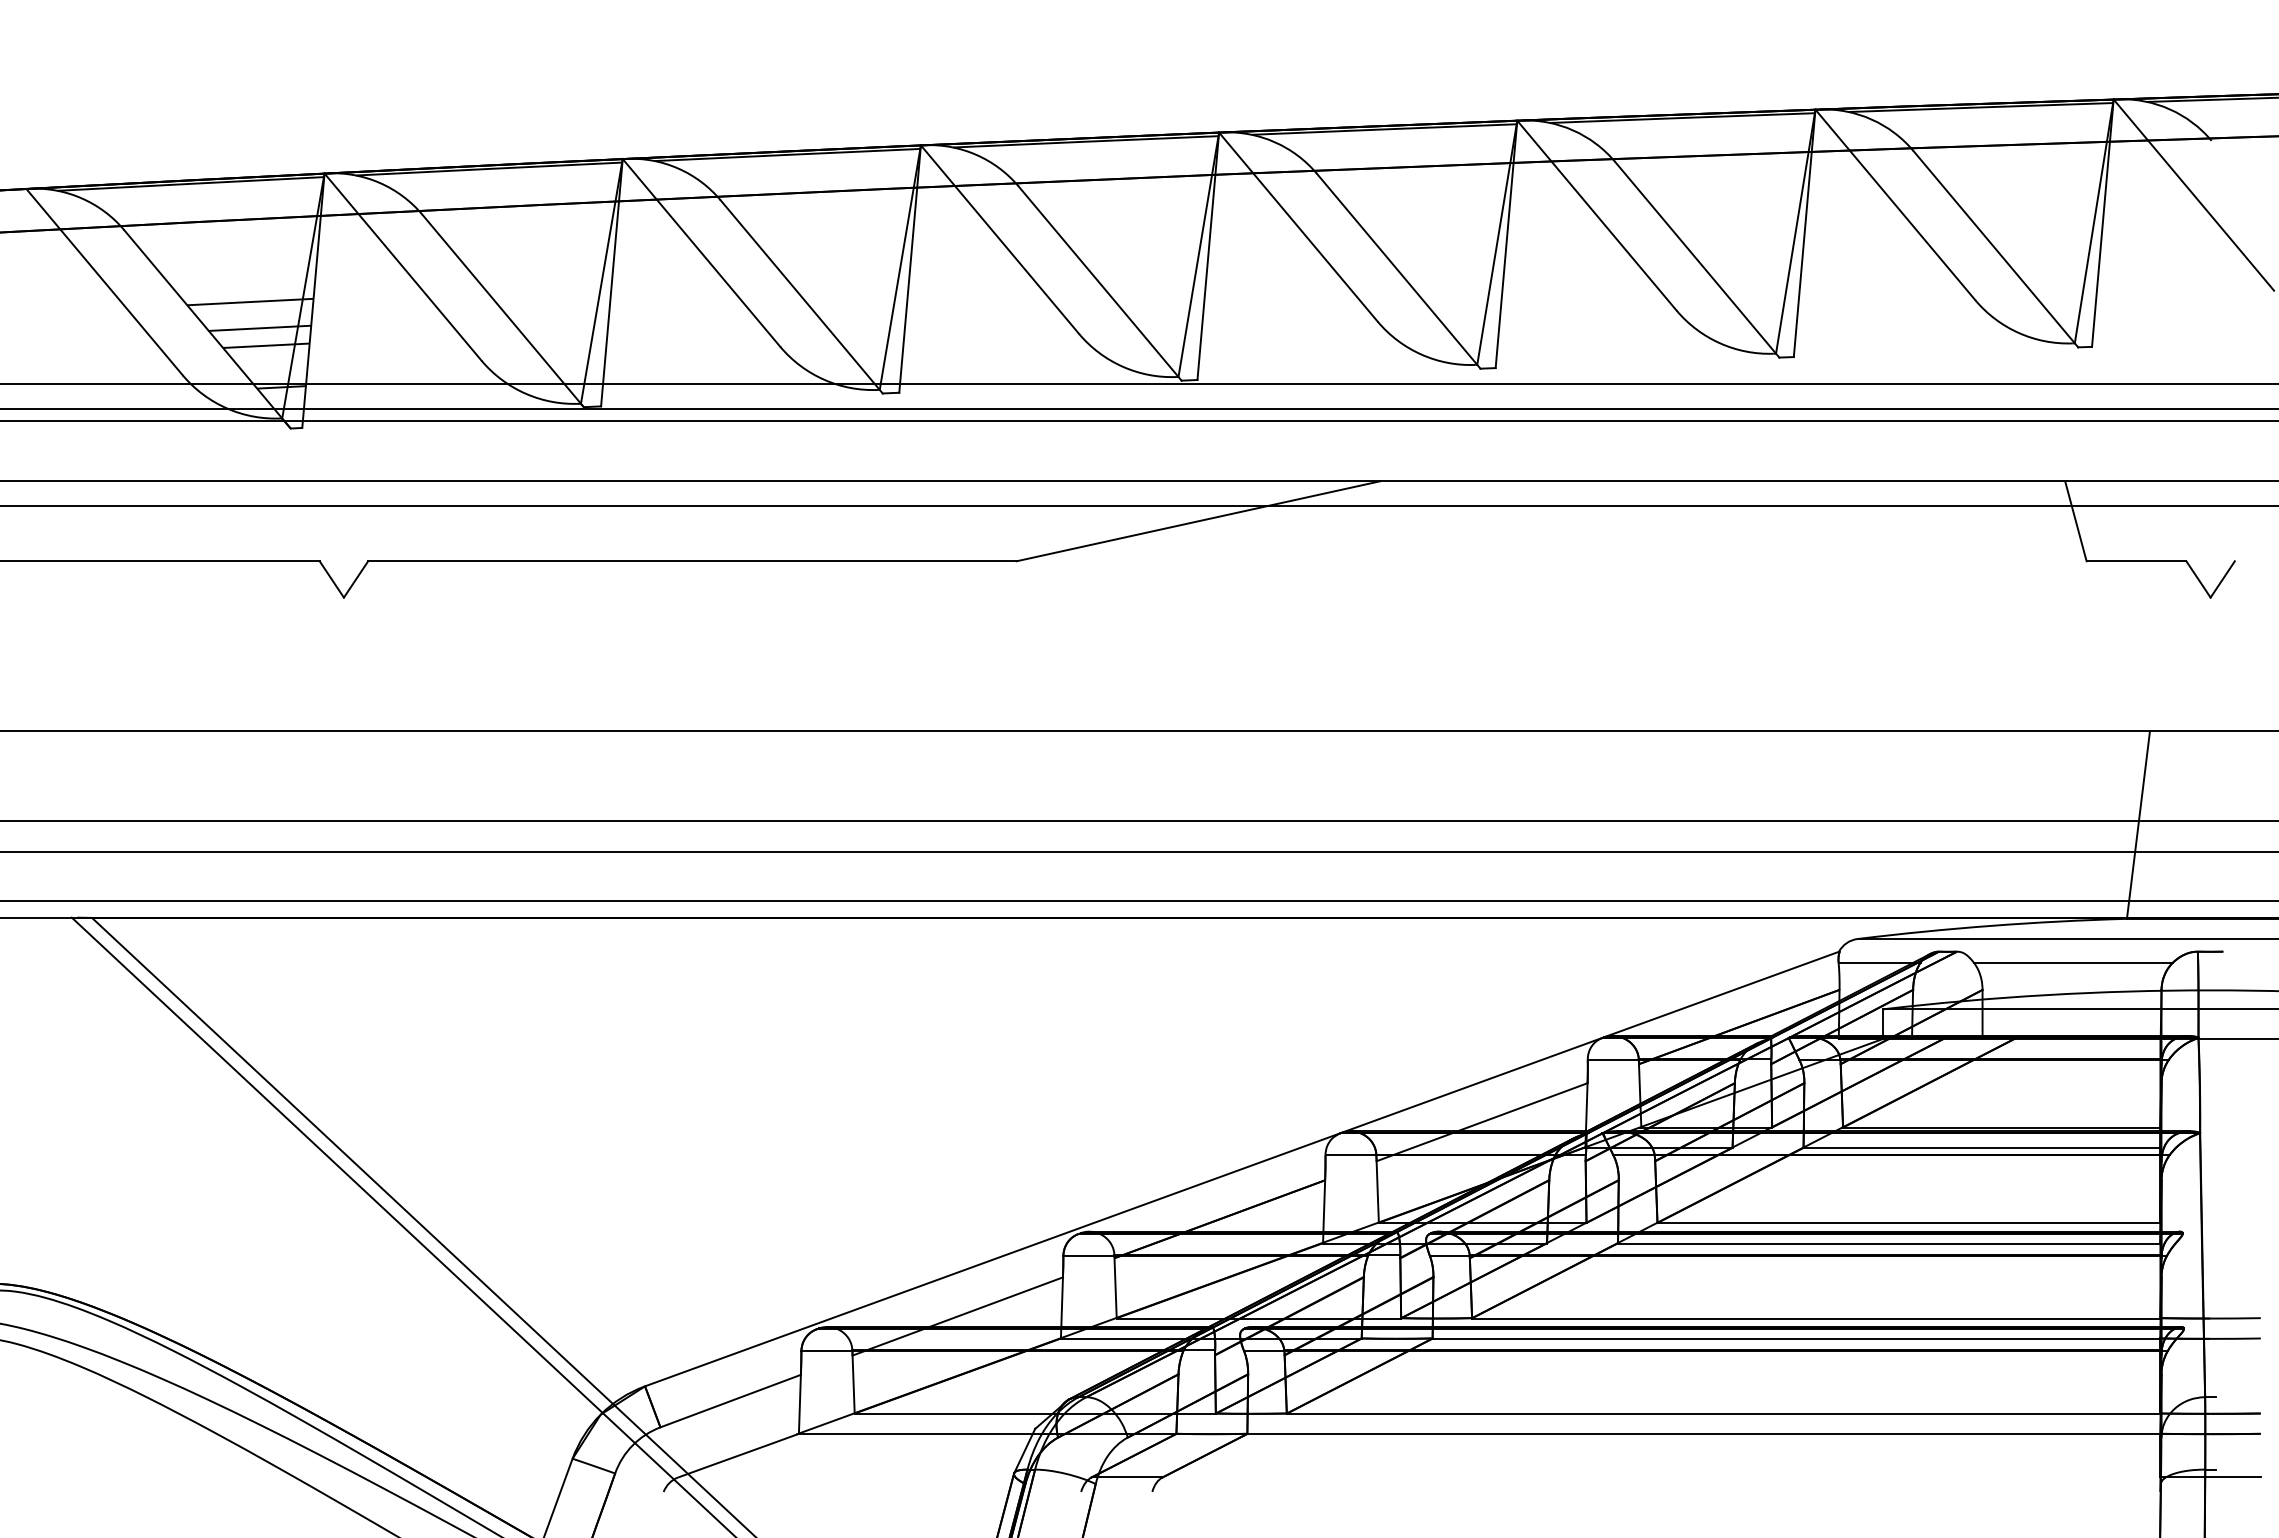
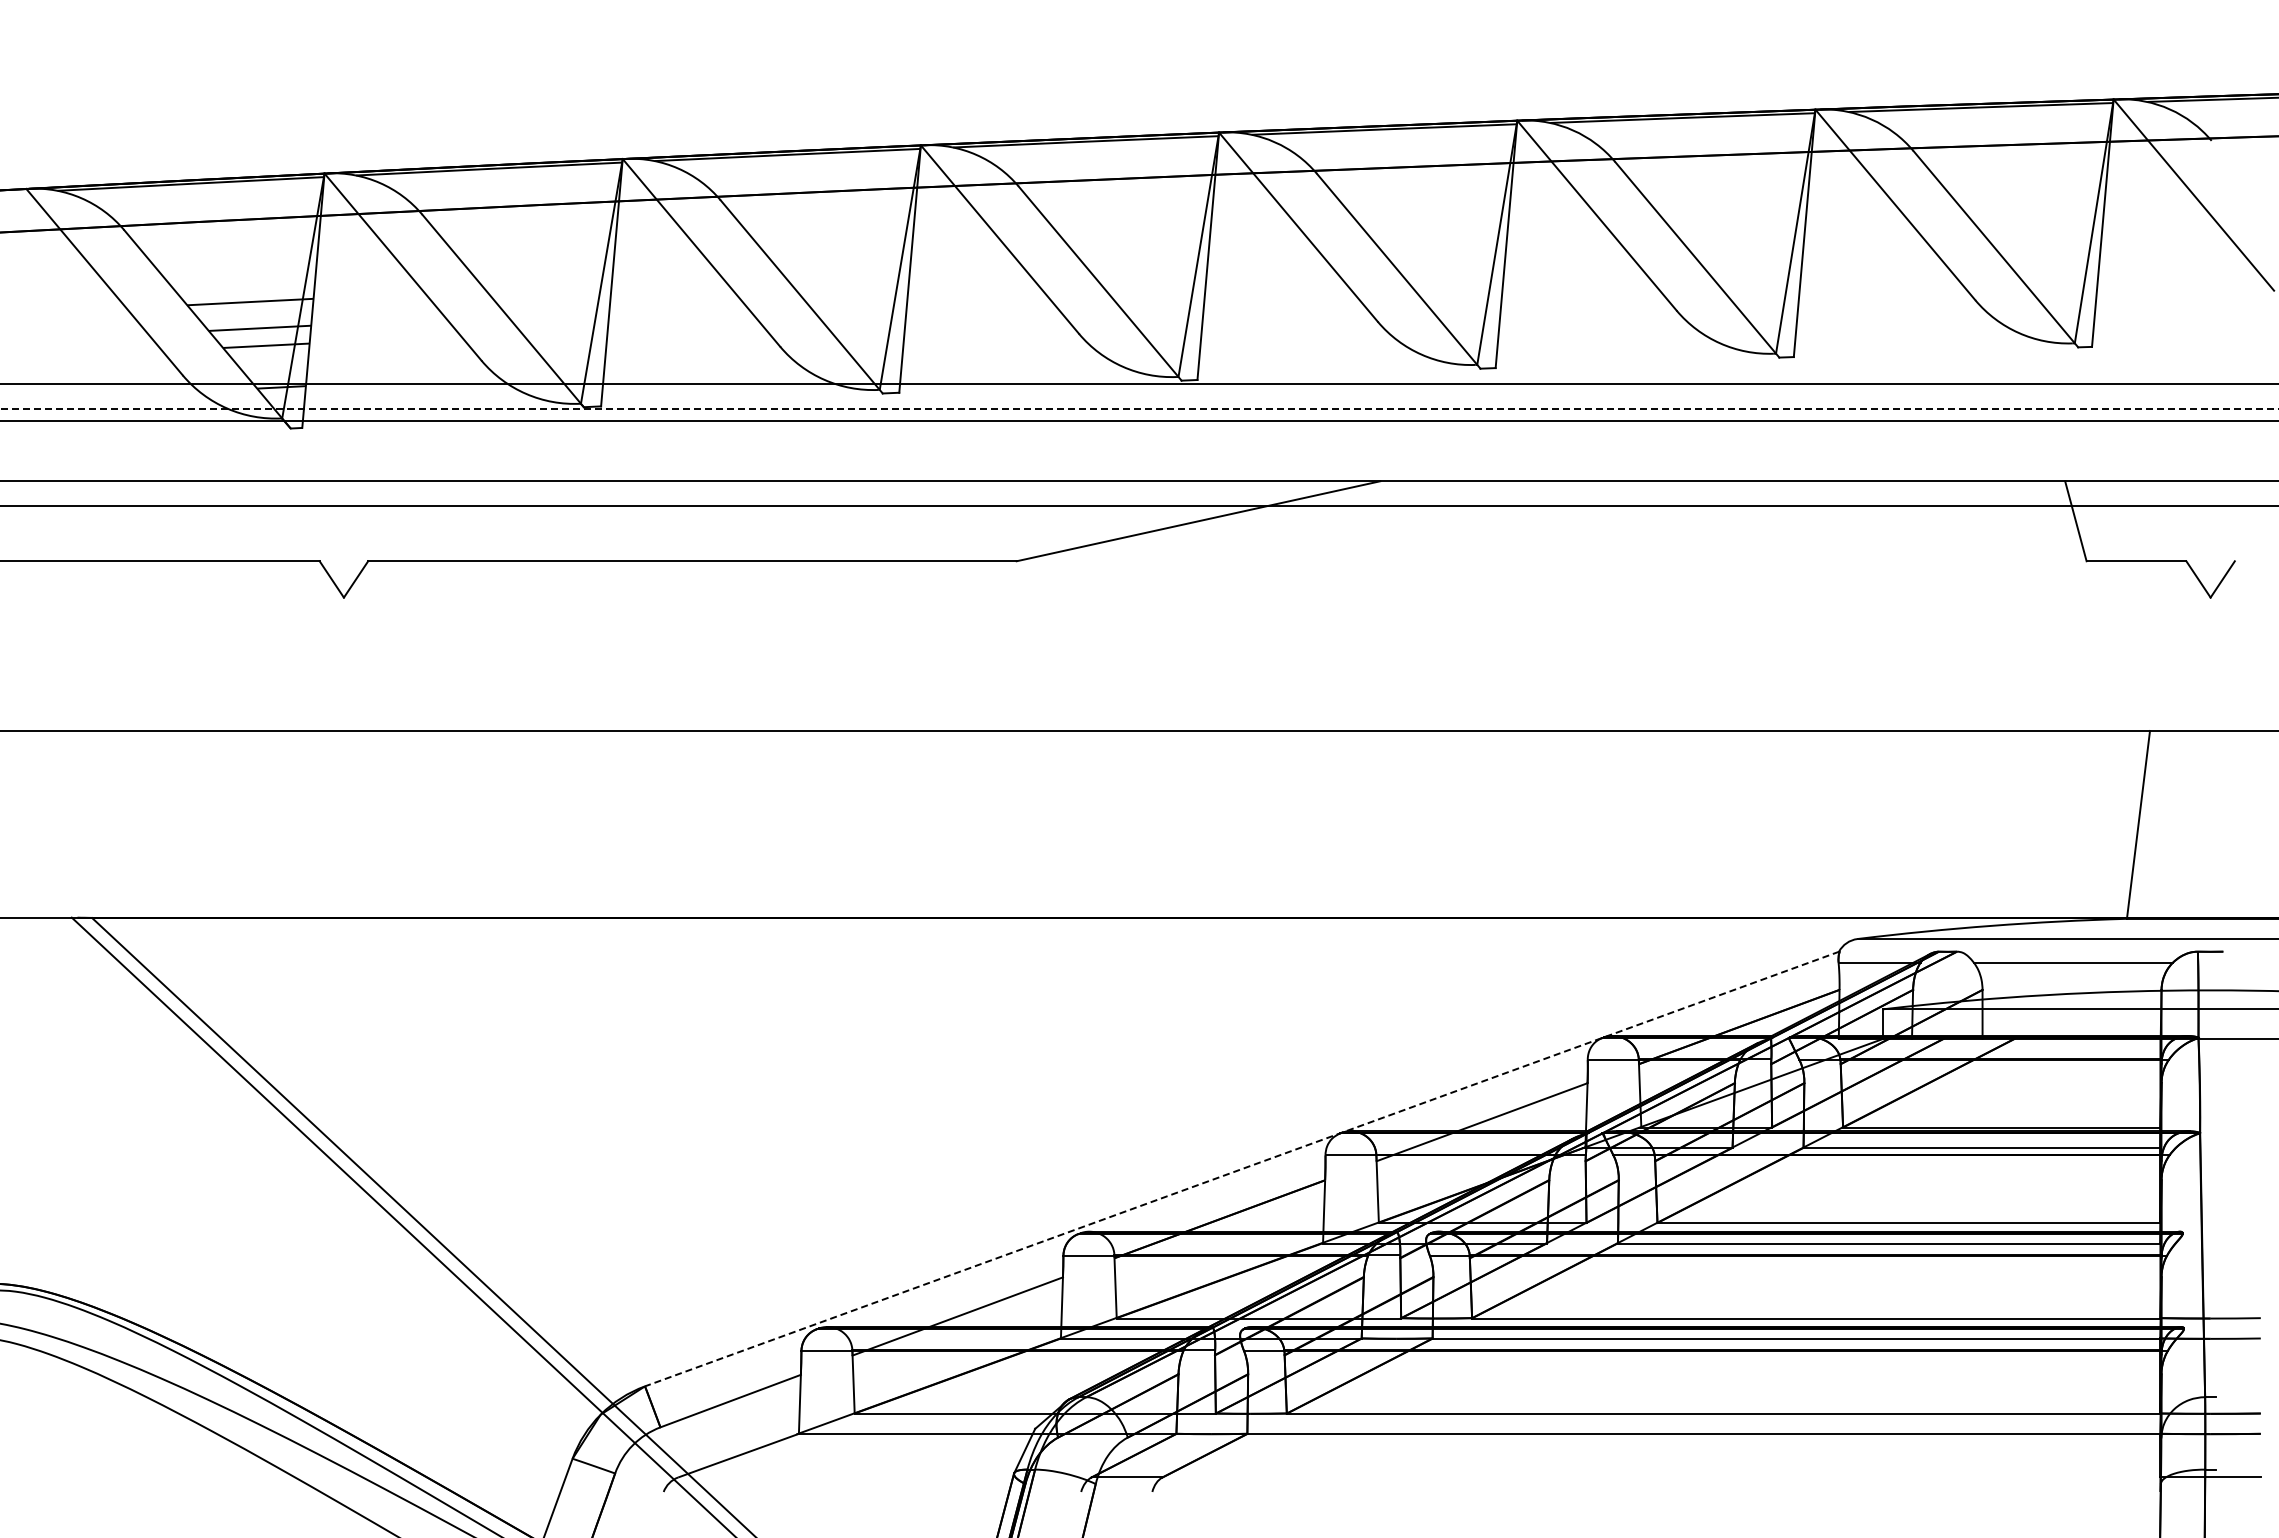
line at (1139, 408): solid -> dashed
line at (1138, 820): present -> none
line at (1138, 852): present -> none
line at (1138, 900): present -> none
line at (1242, 1168): solid -> dashed
